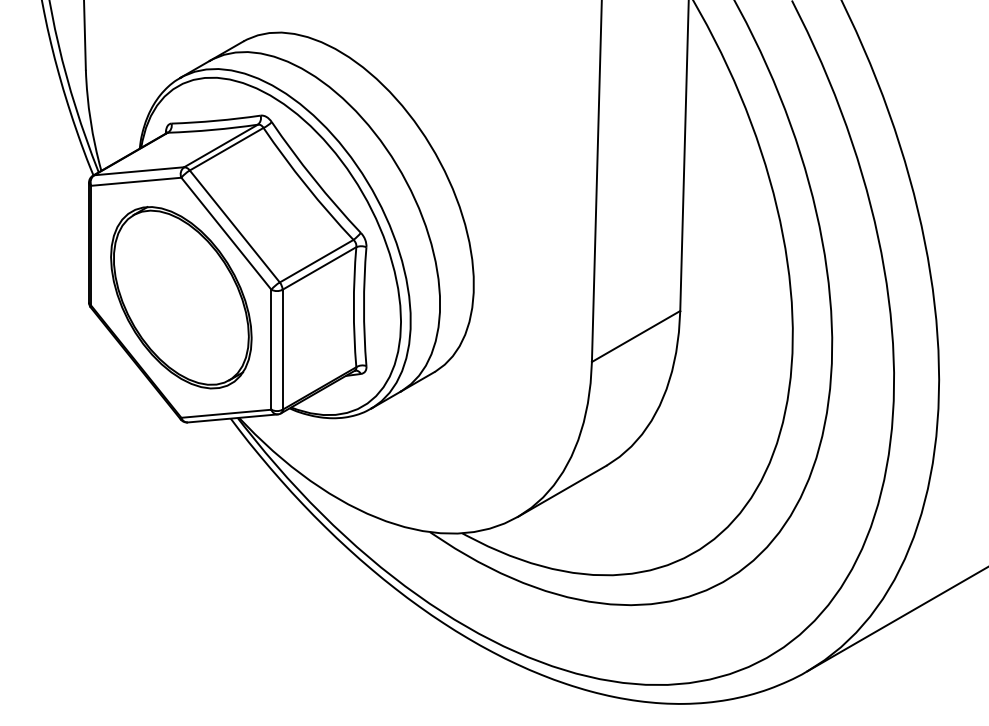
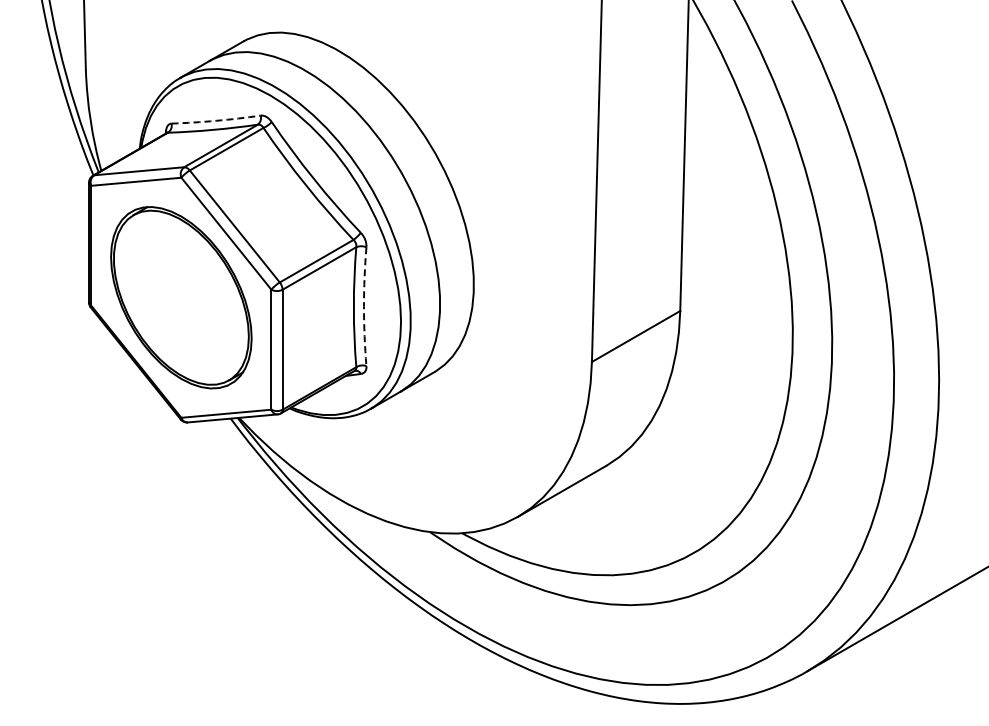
arc at (216, 120): solid -> dashed
arc at (364, 306): solid -> dashed
